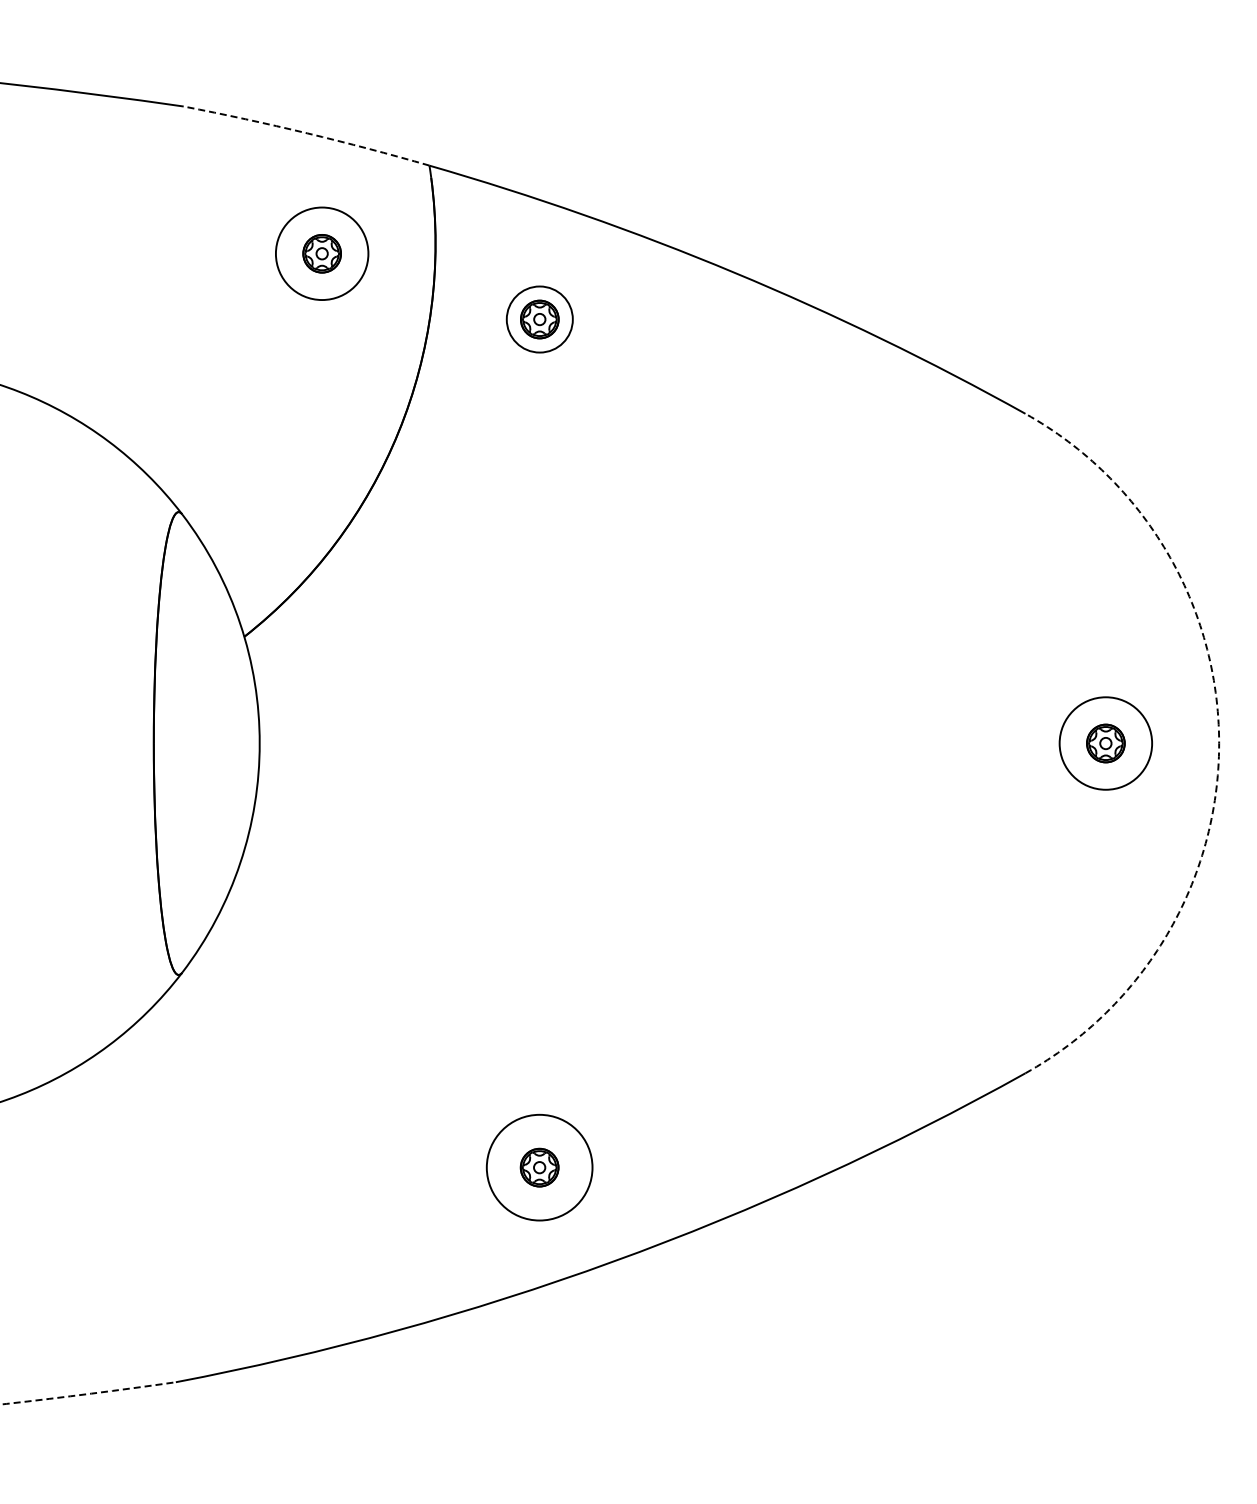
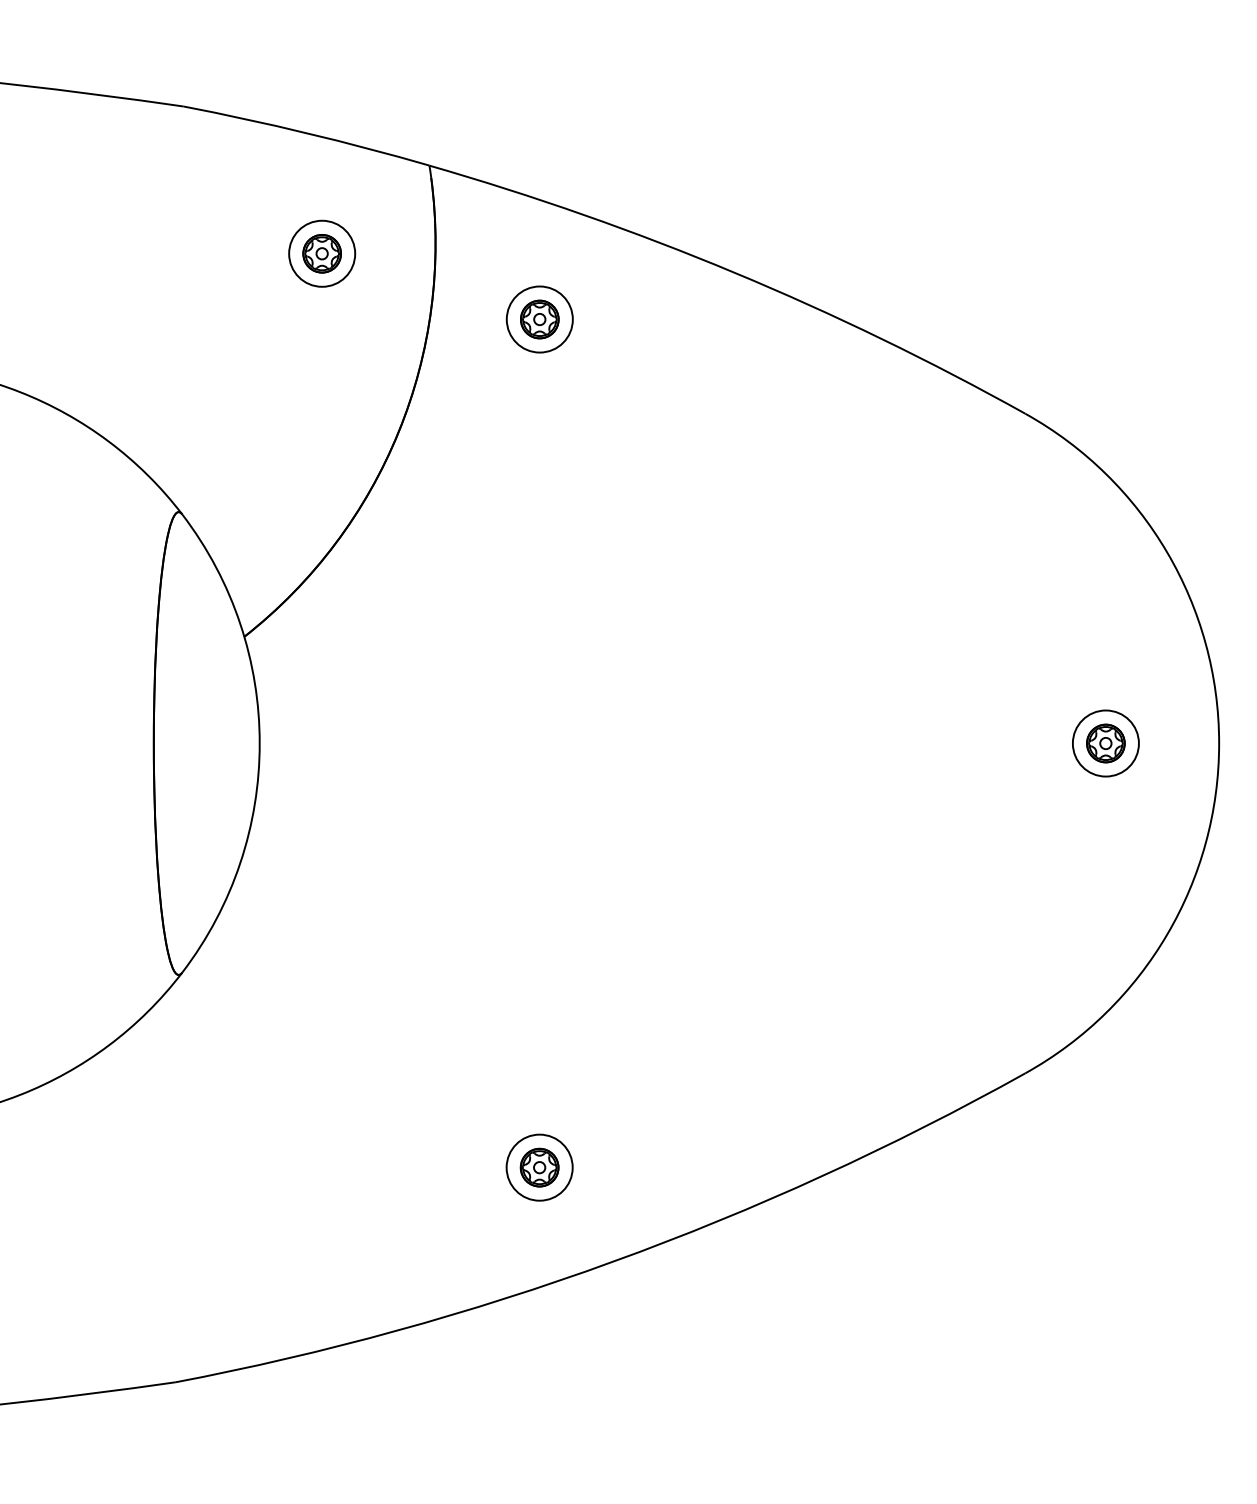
arc at (307, 133): dashed -> solid
circle at (321, 253) diameter: 92 px -> 66 px
circle at (1105, 743) diameter: 92 px -> 66 px
arc at (1219, 743): dashed -> solid
circle at (539, 1167) diameter: 106 px -> 66 px
arc at (88, 1394): dashed -> solid
